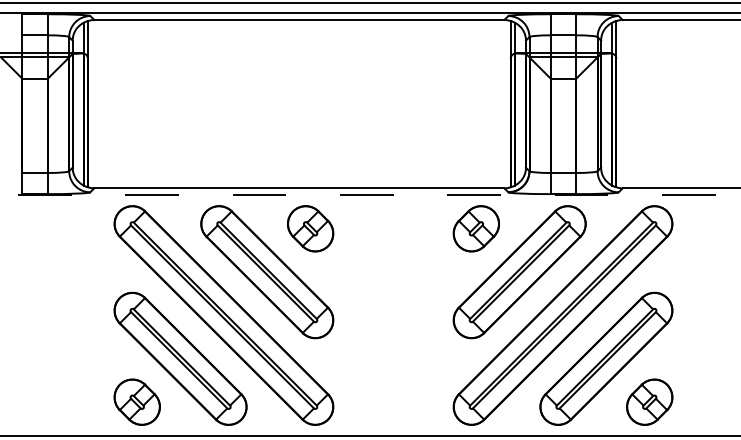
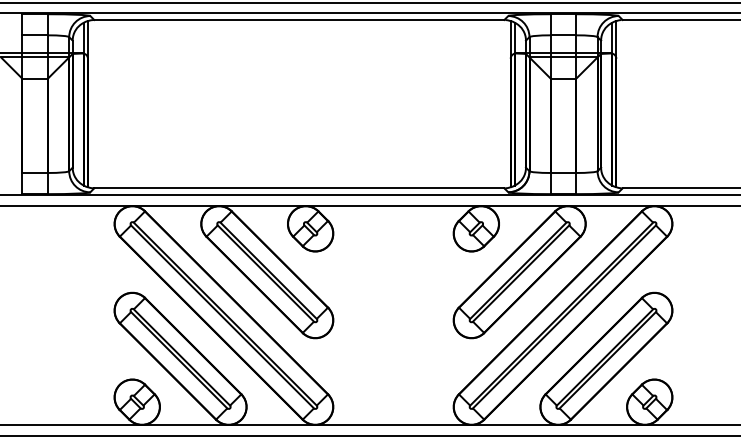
line at (370, 195): dashed -> solid
line at (369, 205): none -> present
line at (369, 425): none -> present
